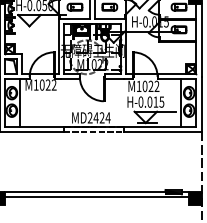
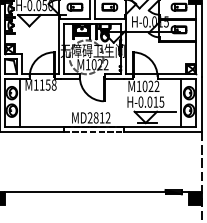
hatch at (92, 47): present -> none
text at (47, 84): M1022 -> M1158
text at (101, 117): MD2424 -> MD2812
line at (96, 197): present -> none
